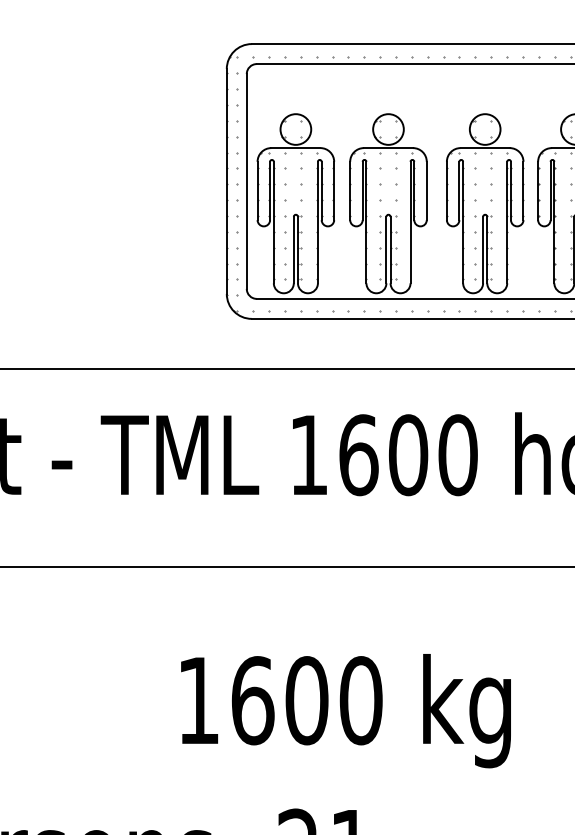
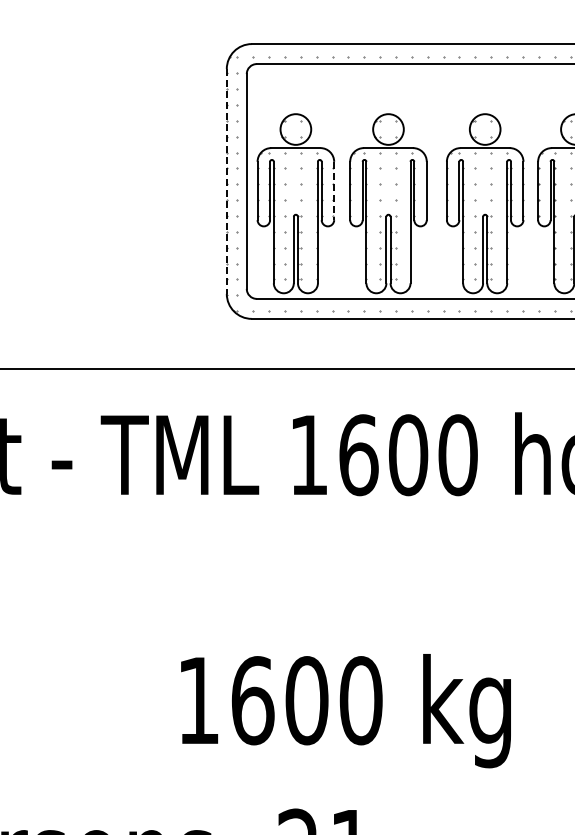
line at (226, 181): solid -> dashed
line at (334, 191): solid -> dashed
line at (286, 567): present -> none
